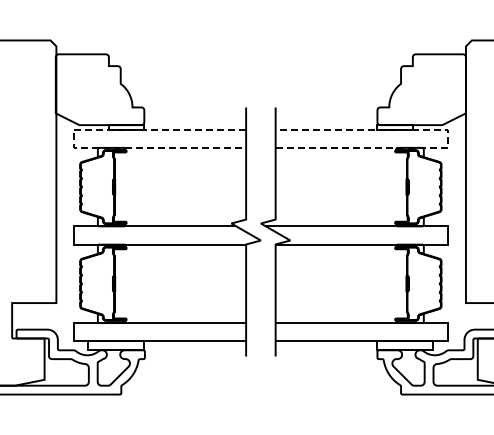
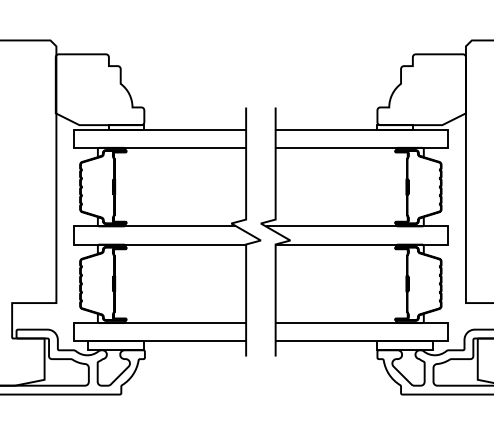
line at (448, 138): dashed -> solid
line at (73, 139): dashed -> solid
